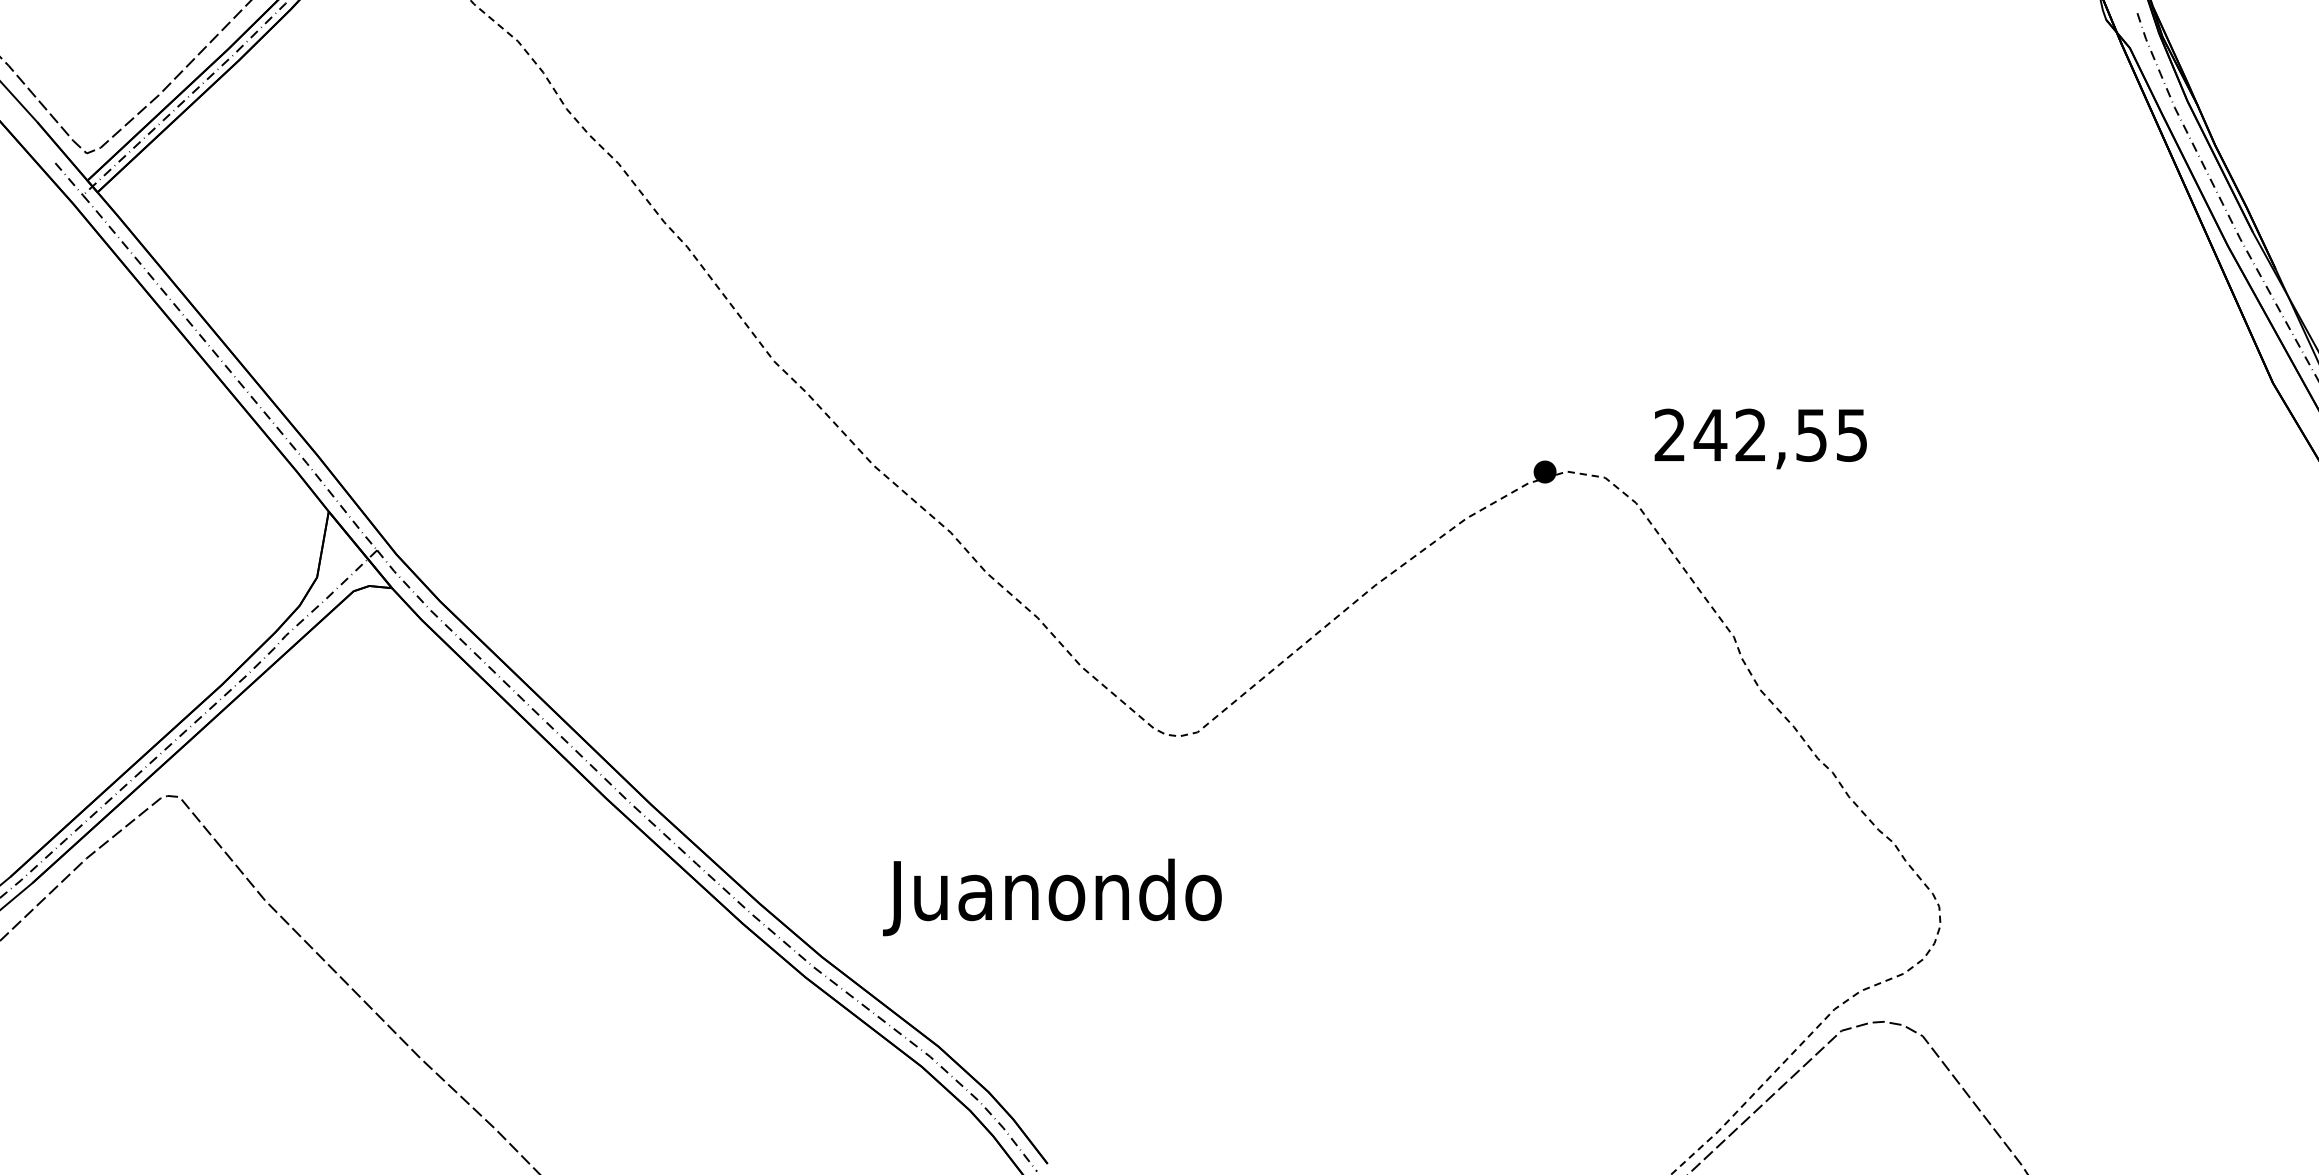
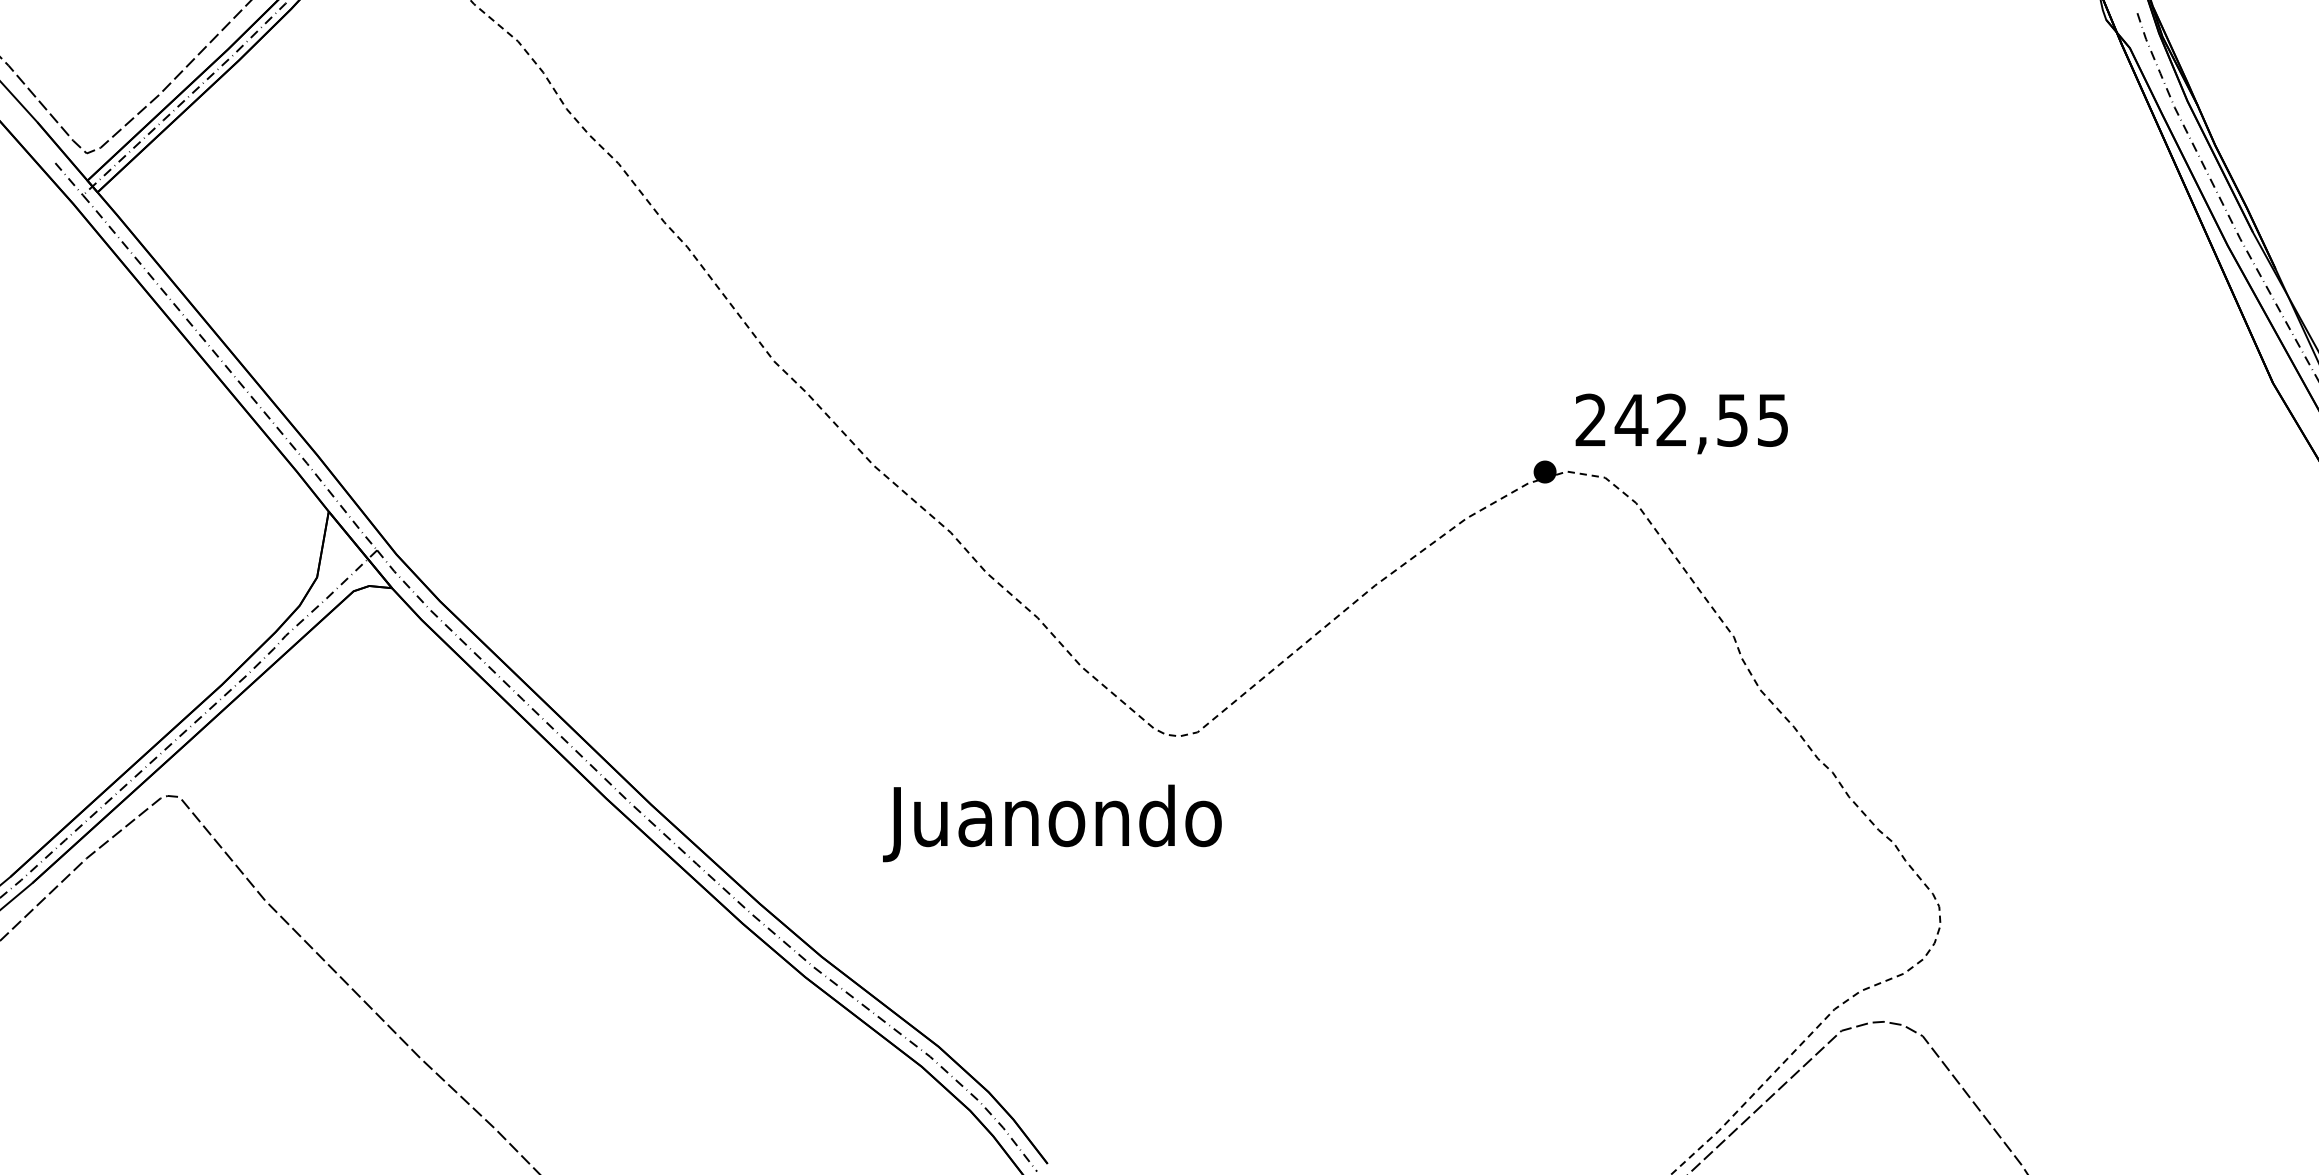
text at (1760, 438) position: (1760, 438) -> (1681, 423)
text at (1052, 897) position: (1052, 897) -> (1052, 823)
